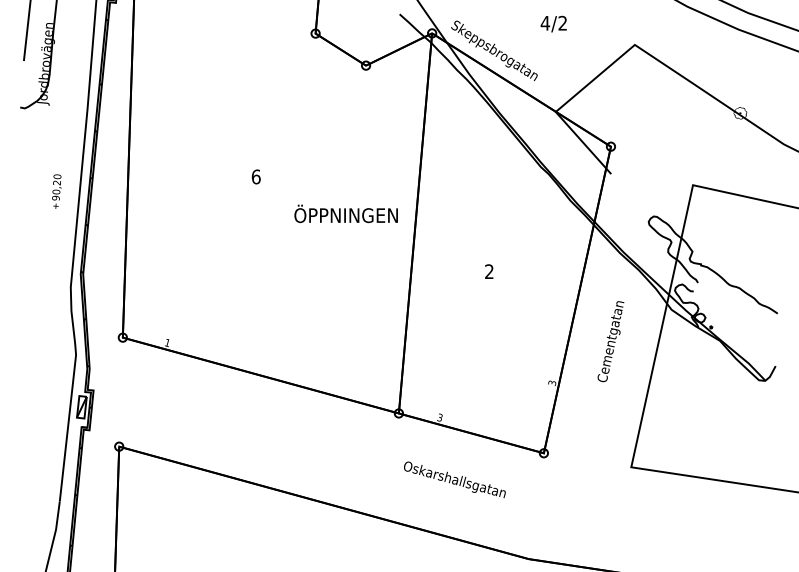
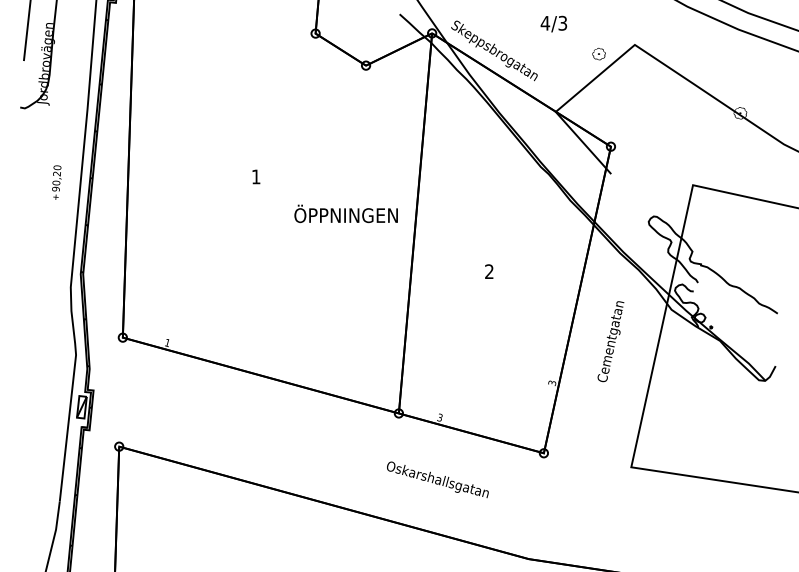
text at (562, 23): 4/2 -> 4/3
part at (598, 54): none -> present
text at (255, 176): 6 -> 1
text at (56, 191) position: (56, 191) -> (56, 182)
text at (454, 479) position: (454, 479) -> (437, 479)
